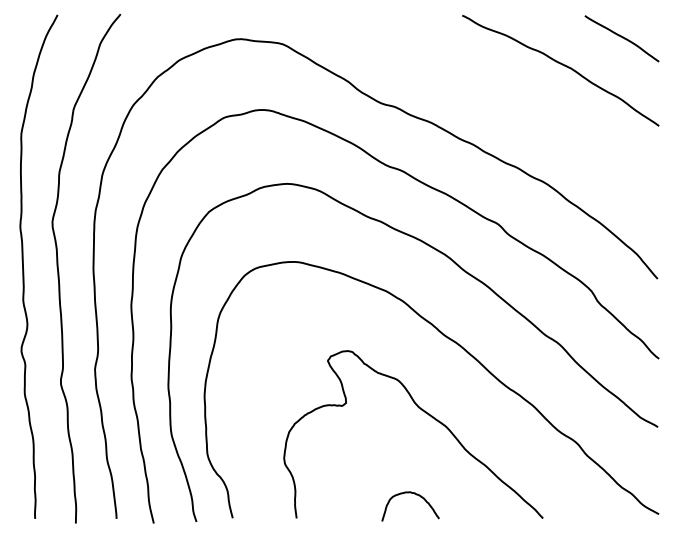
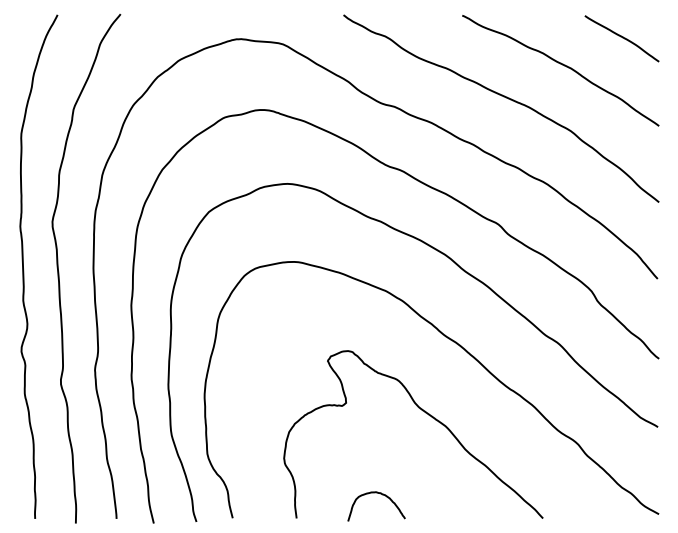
curve at (503, 97): none -> present
curve at (416, 495) position: (416, 495) -> (382, 495)
